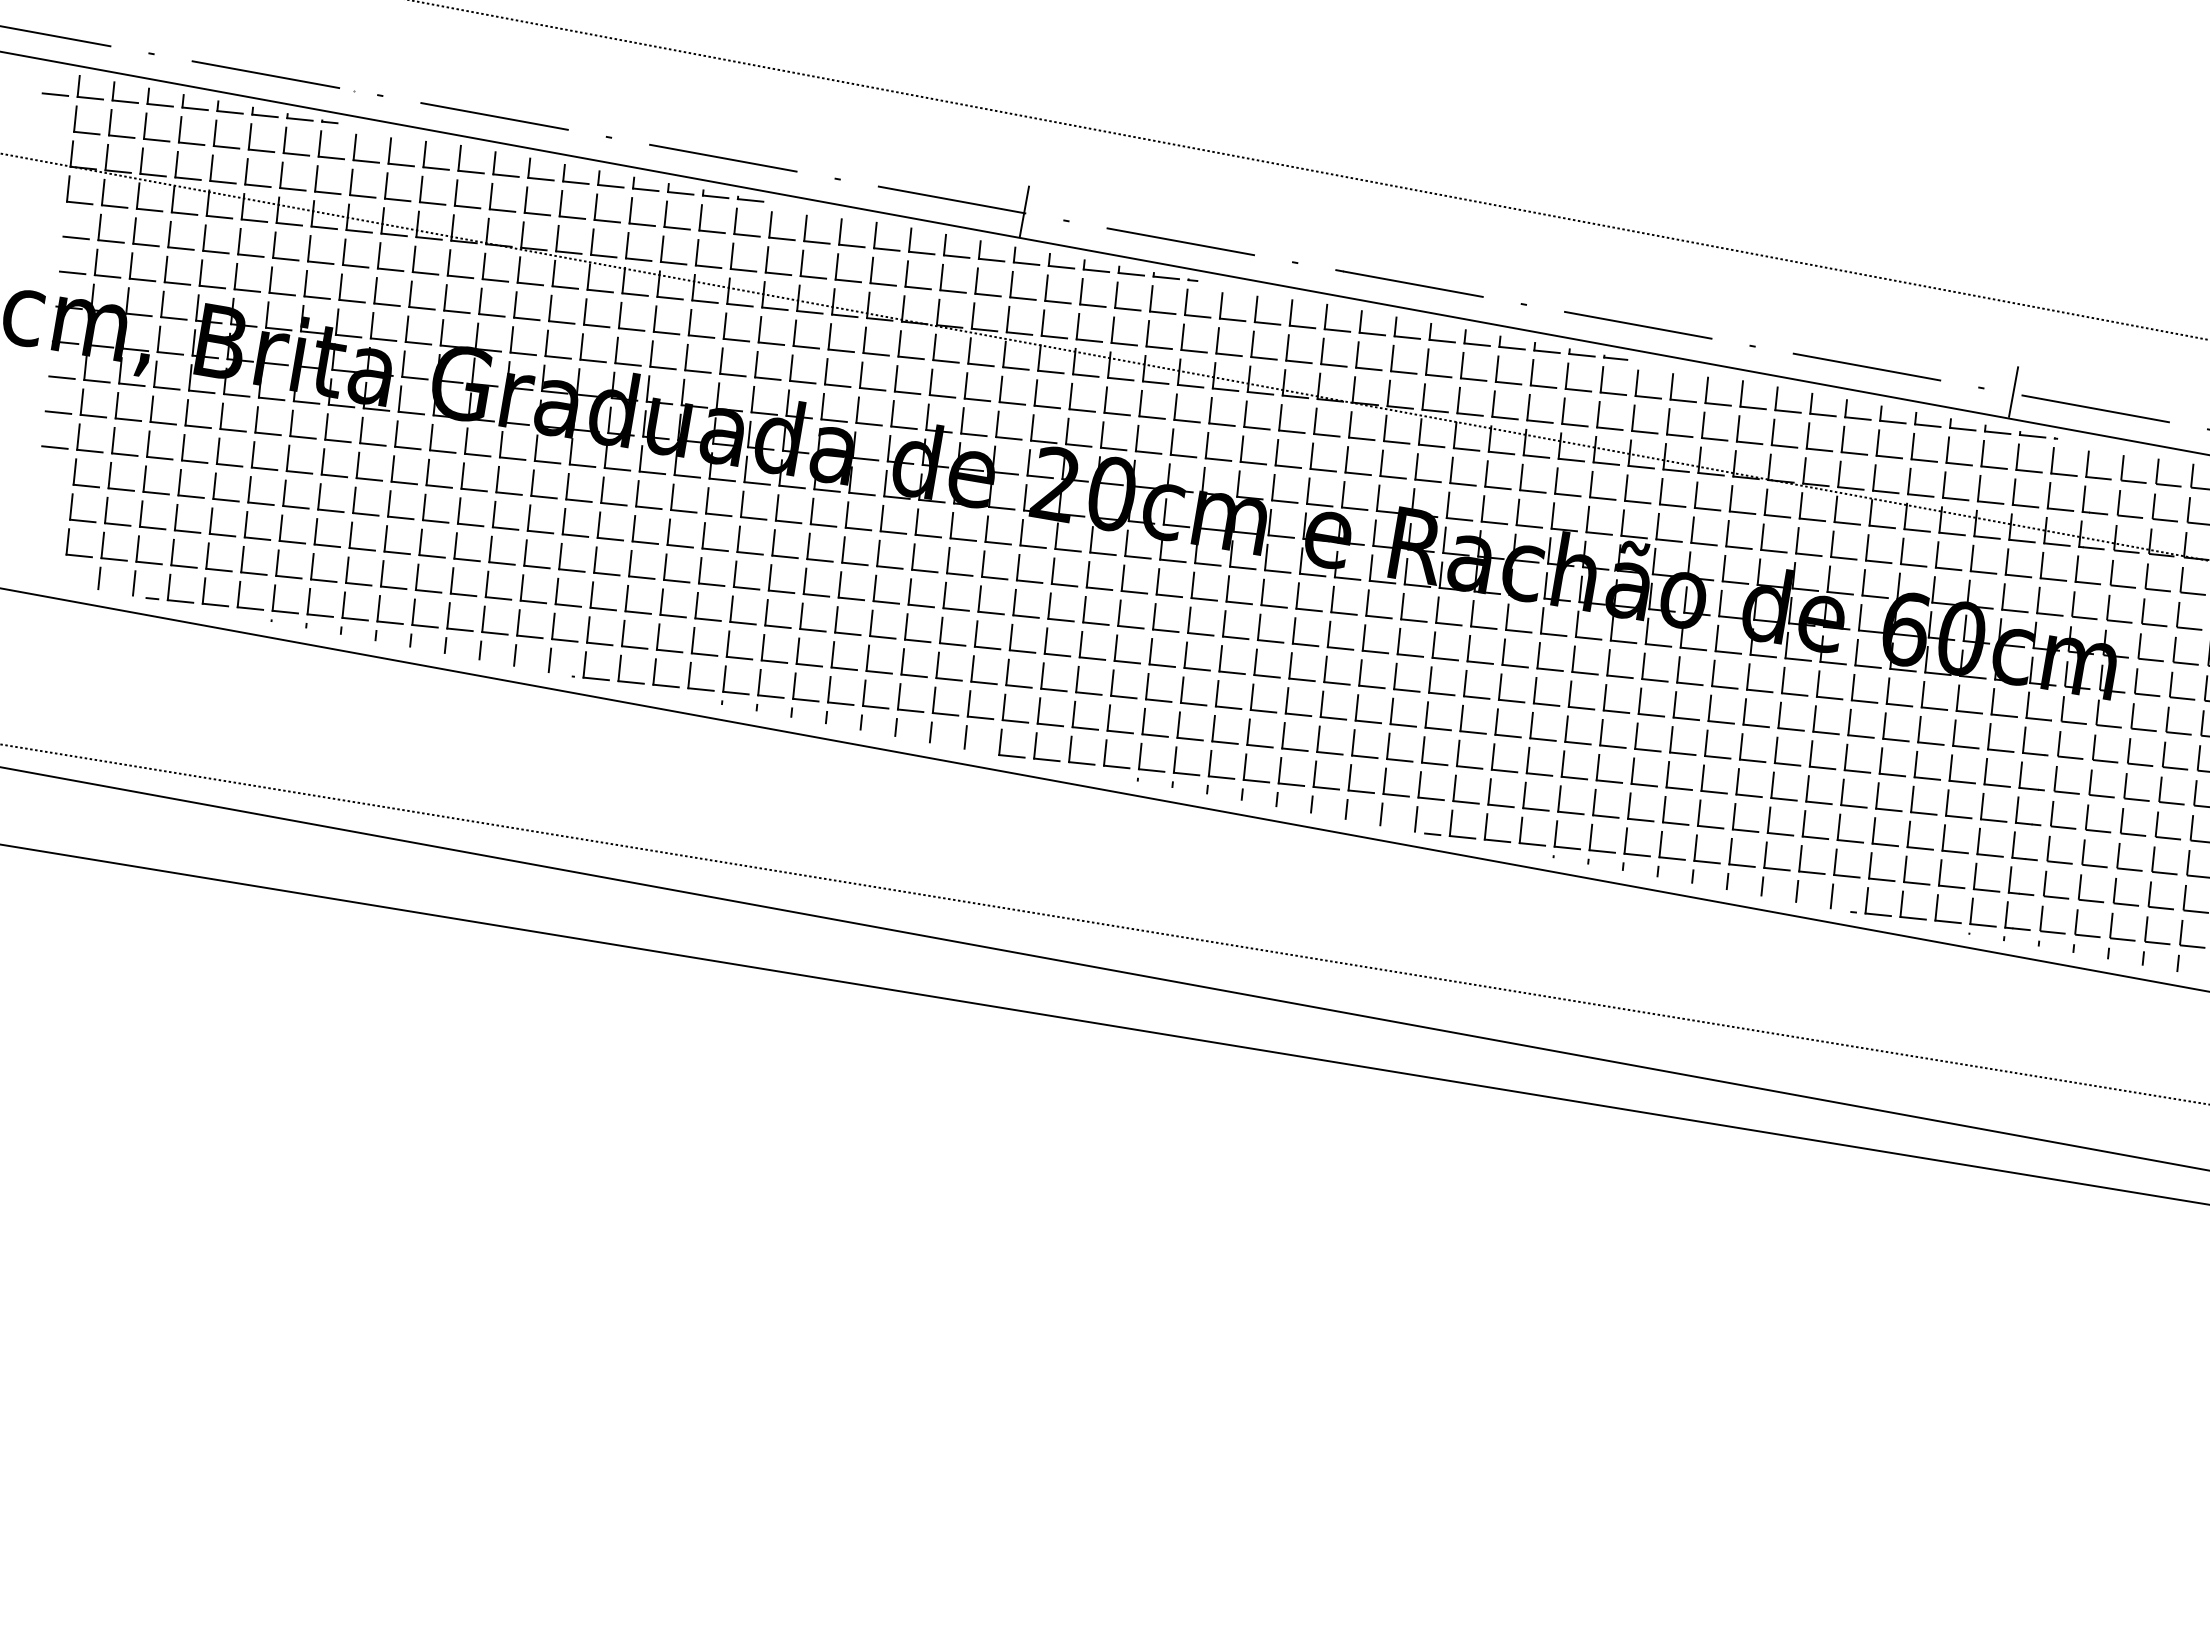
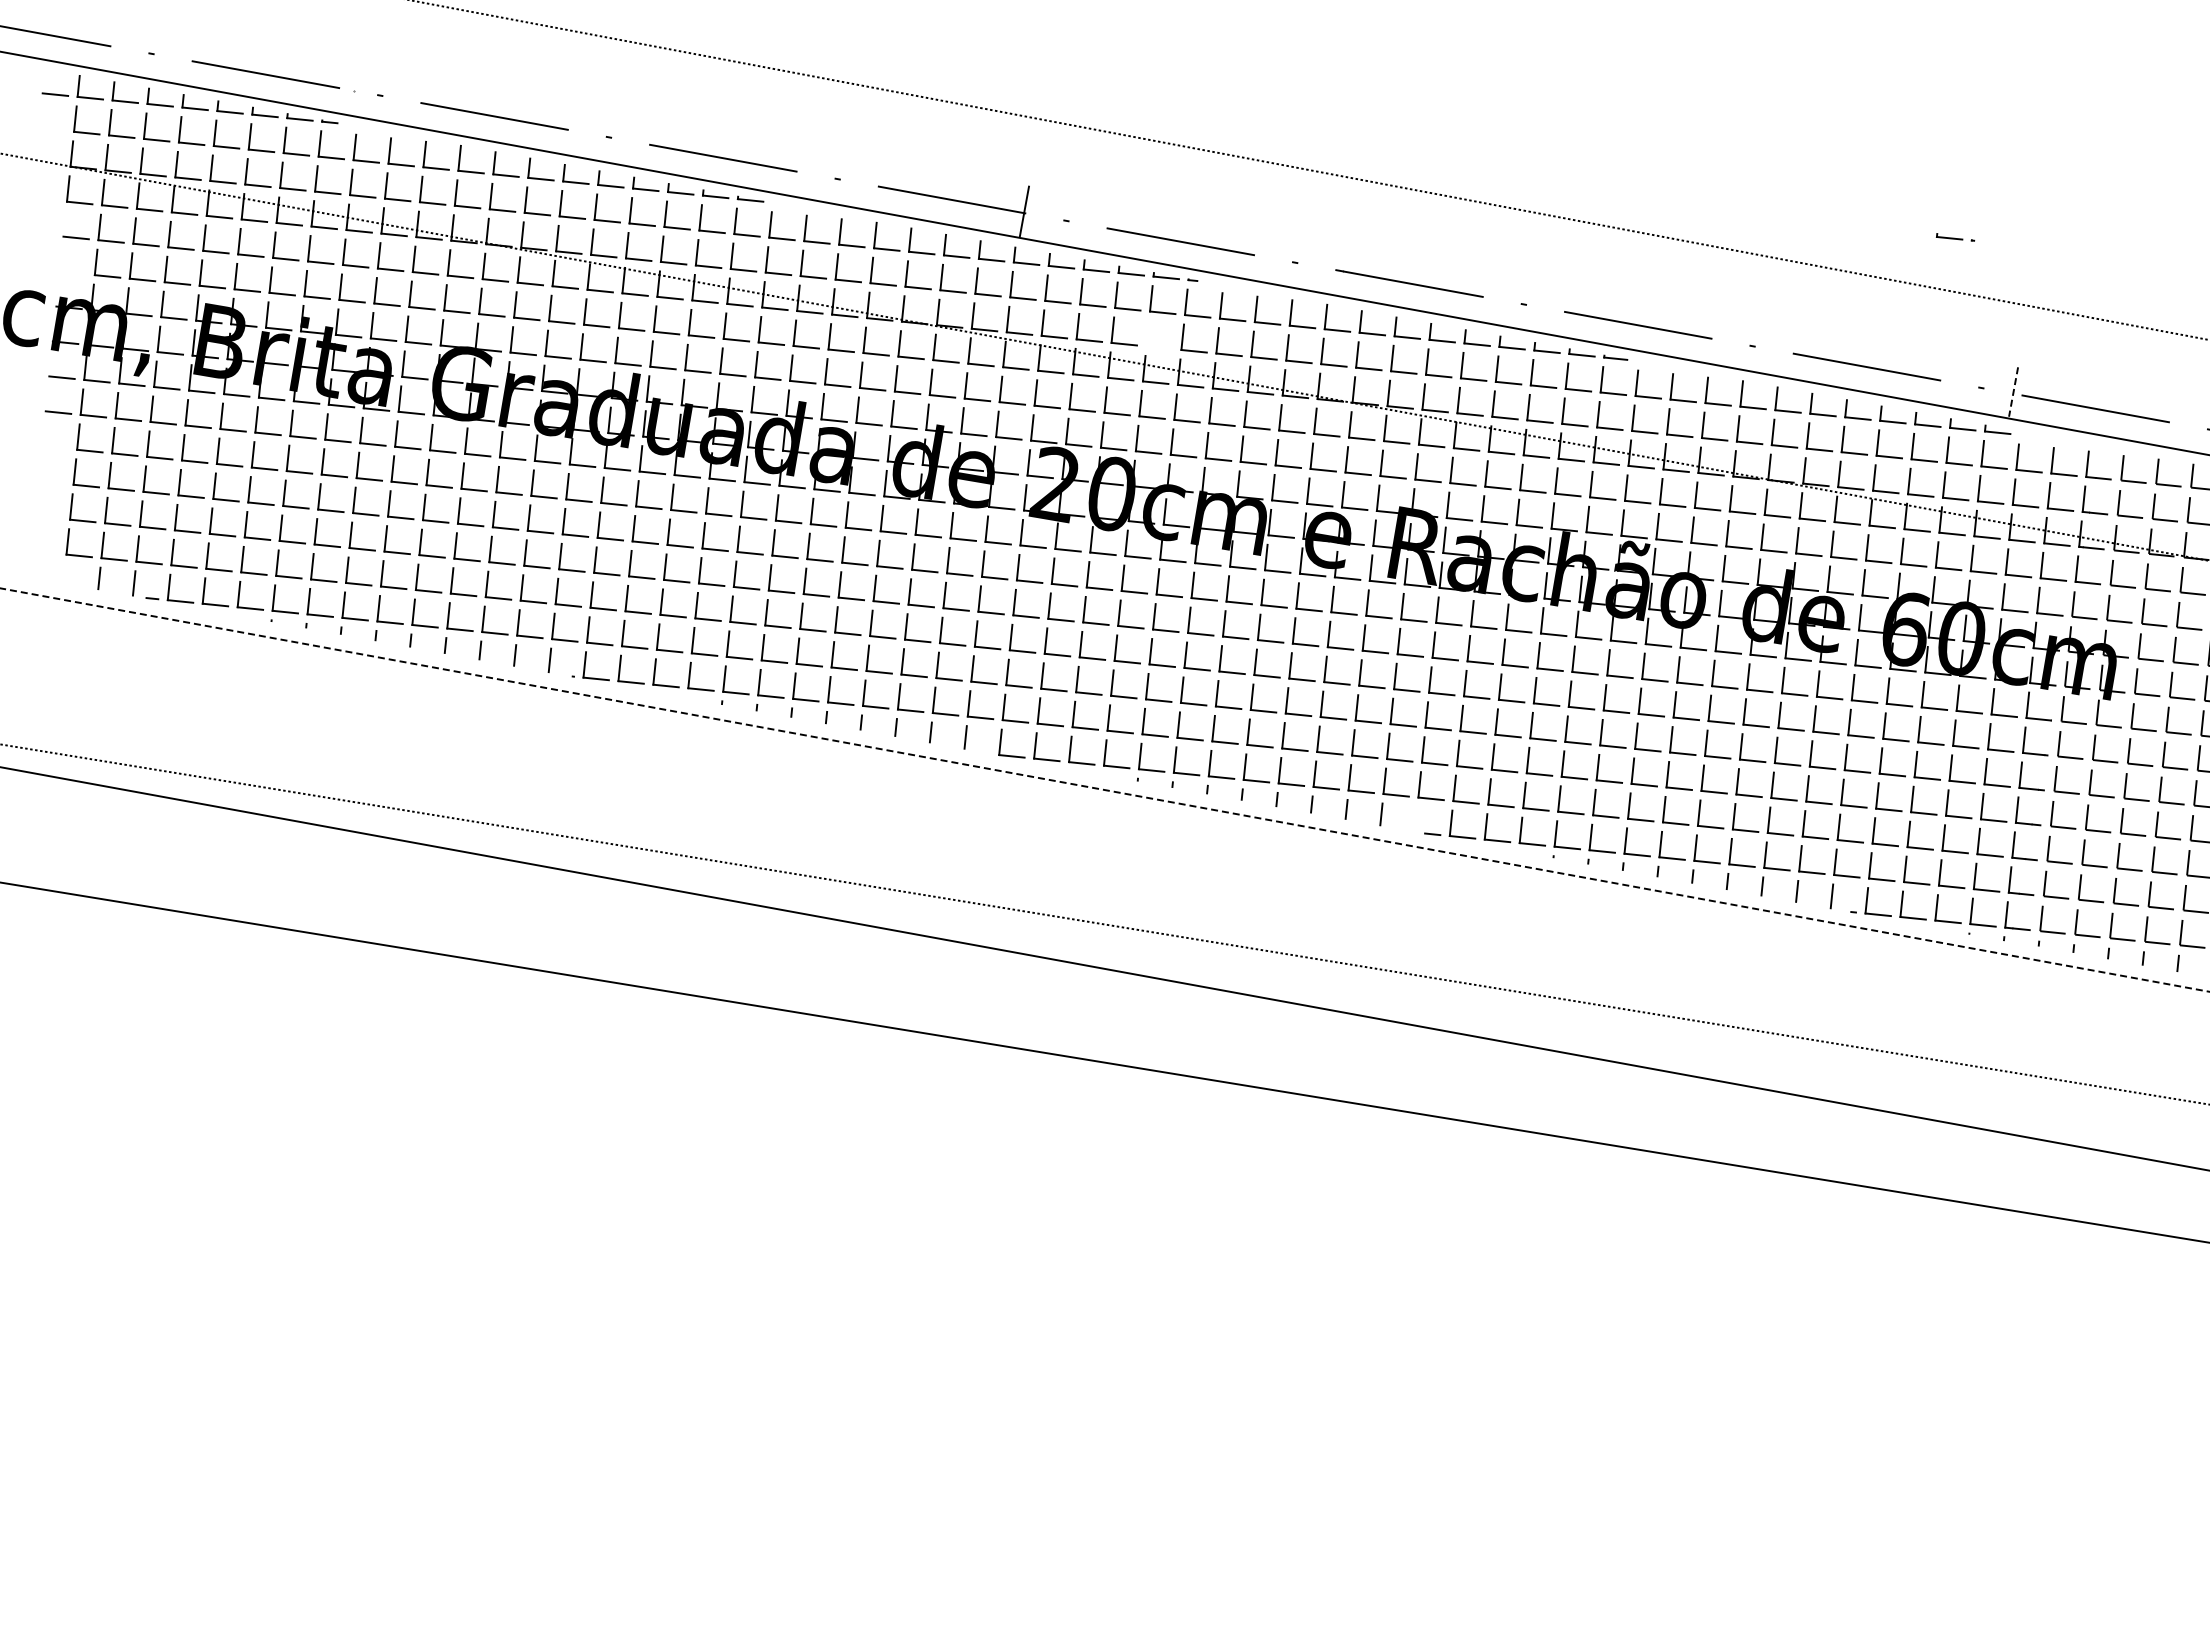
line at (72, 272): present -> none
part at (1148, 334): present -> none
line at (2013, 392): solid -> dashed
part at (2038, 435) position: (2038, 435) -> (1955, 237)
line at (54, 447): present -> none
line at (1105, 790): solid -> dashed
line at (1415, 819): present -> none
line at (1104, 1024) position: (1104, 1024) -> (1104, 1062)
